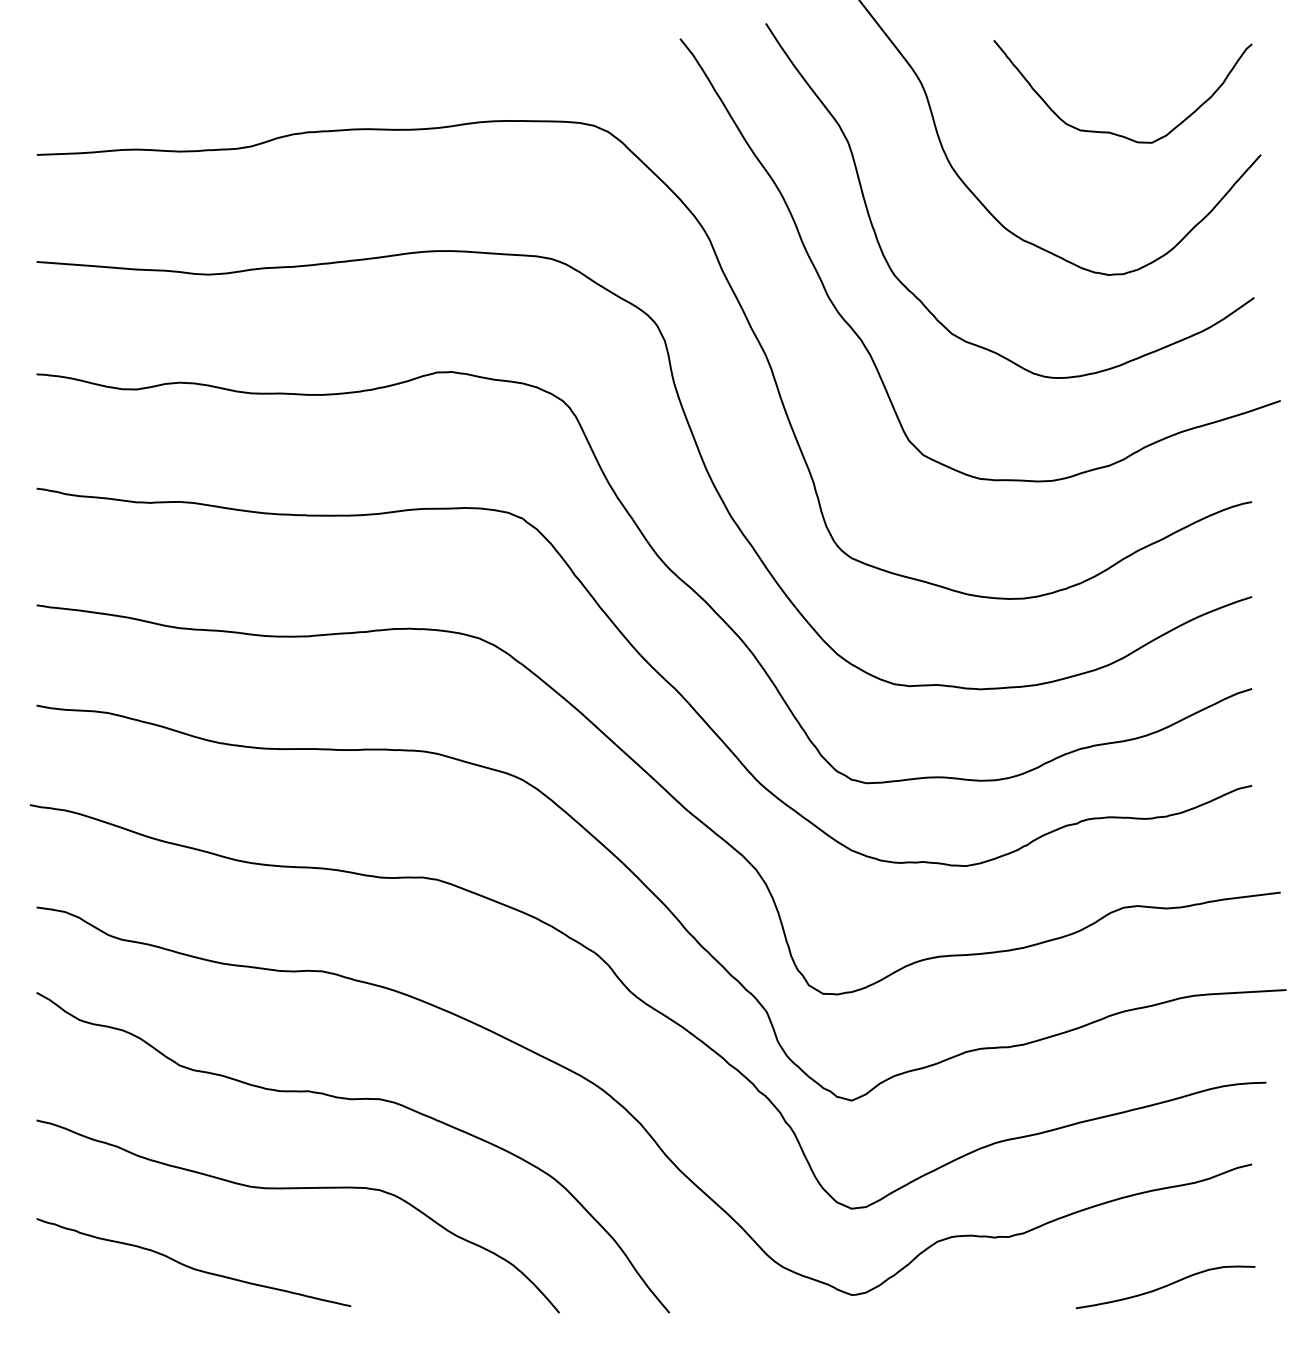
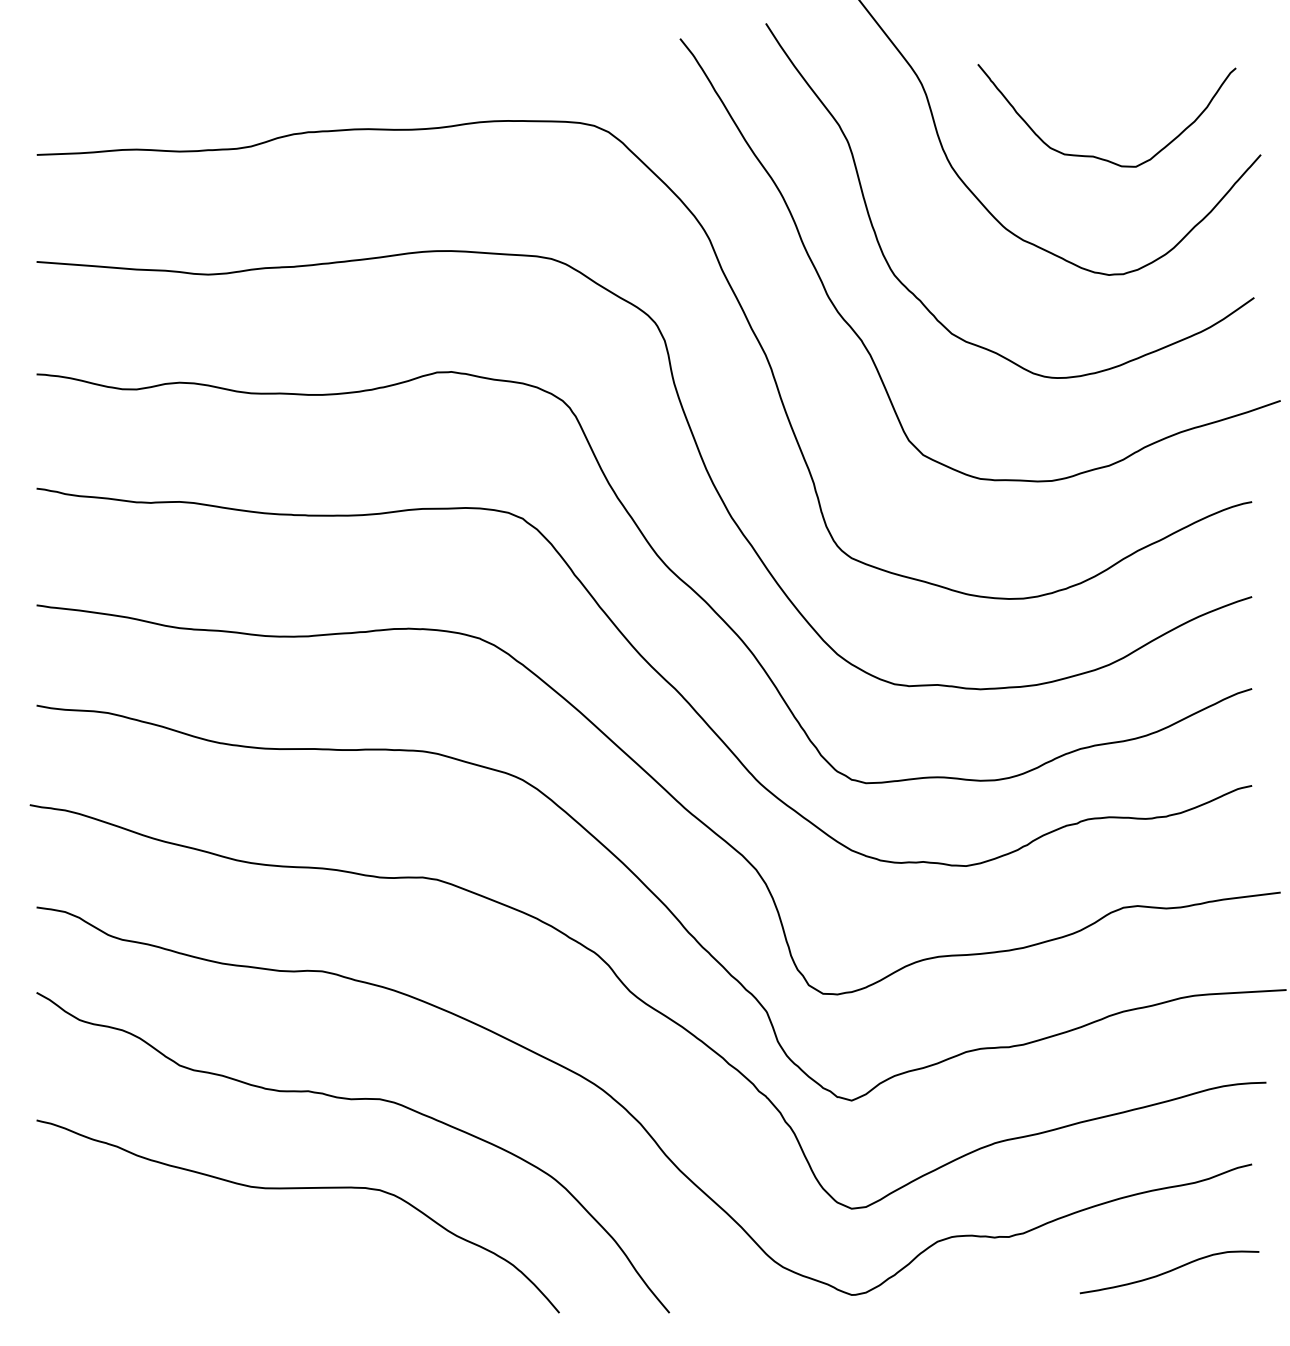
curve at (1109, 131) position: (1109, 131) -> (1093, 155)
curve at (190, 1266): present -> none
curve at (1165, 1287) position: (1165, 1287) -> (1169, 1272)
